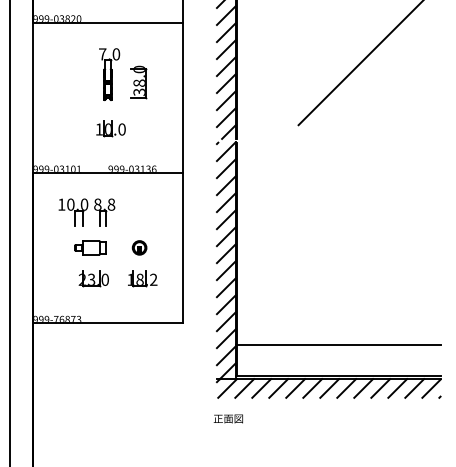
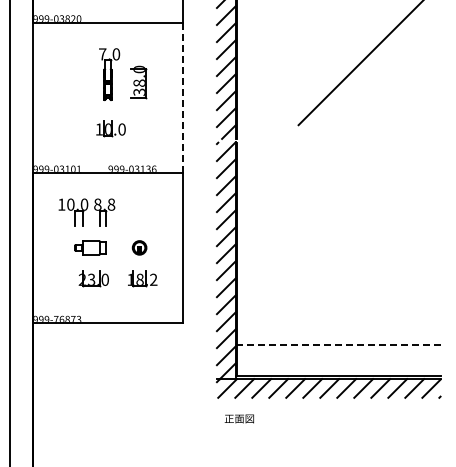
line at (183, 98): solid -> dashed
line at (337, 345): solid -> dashed
text at (227, 418) position: (227, 418) -> (238, 418)
